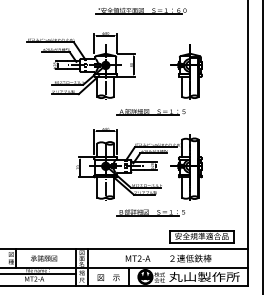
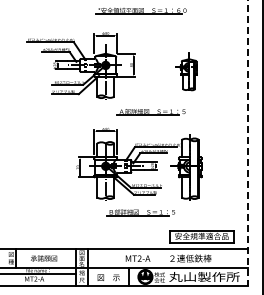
part at (186, 71) size: 33x56 px -> 23x40 px
line at (247, 143): solid -> dashed
part at (150, 212) position: (150, 212) -> (140, 212)
